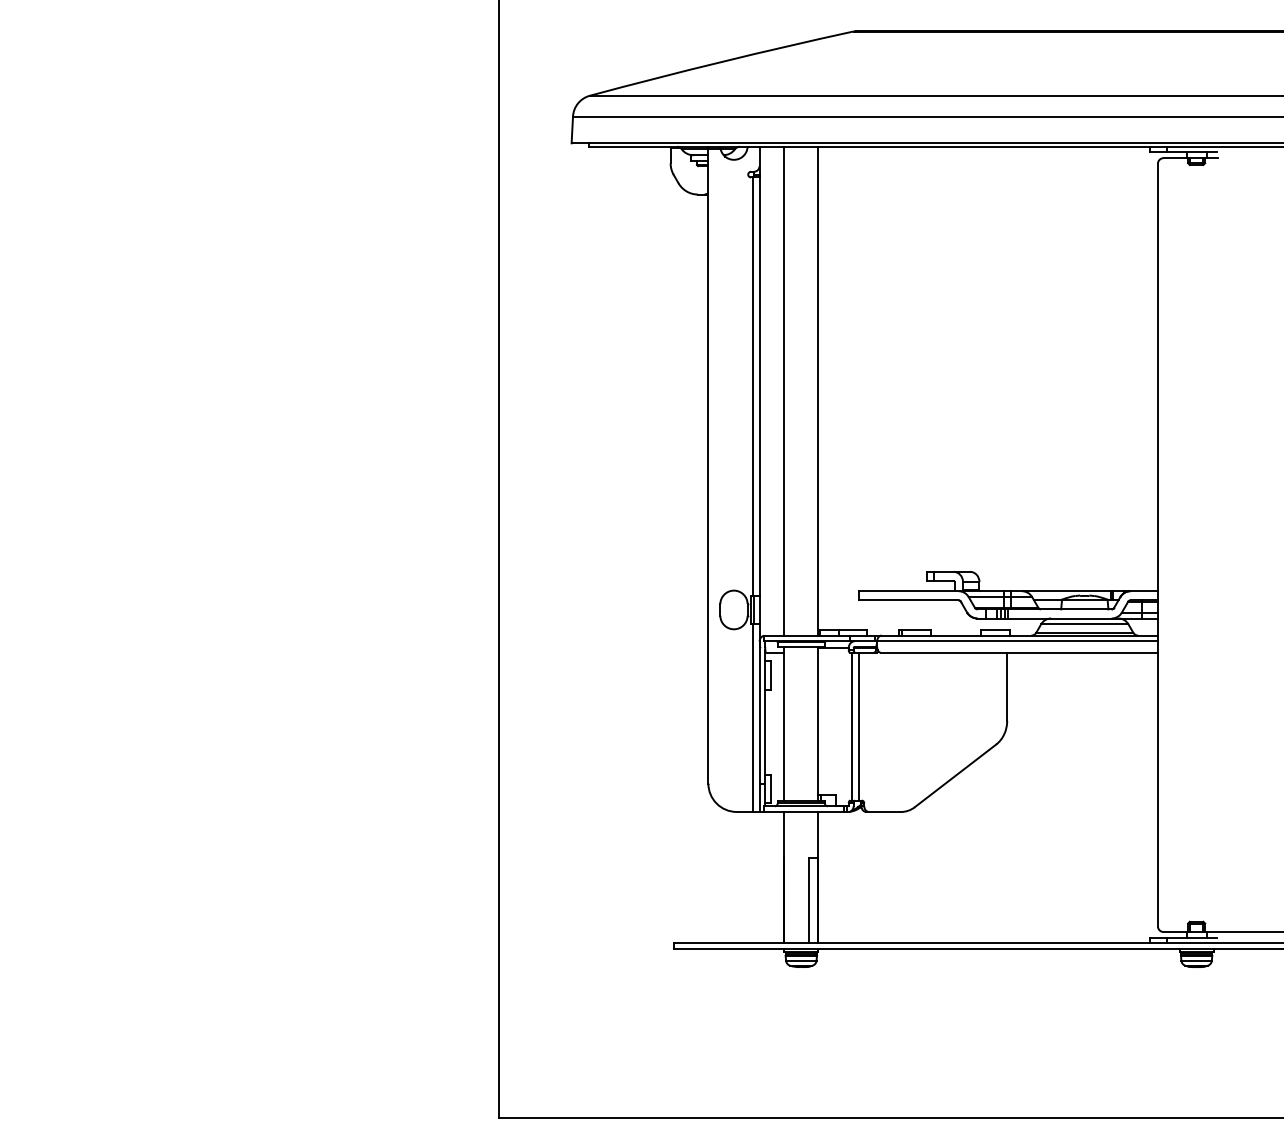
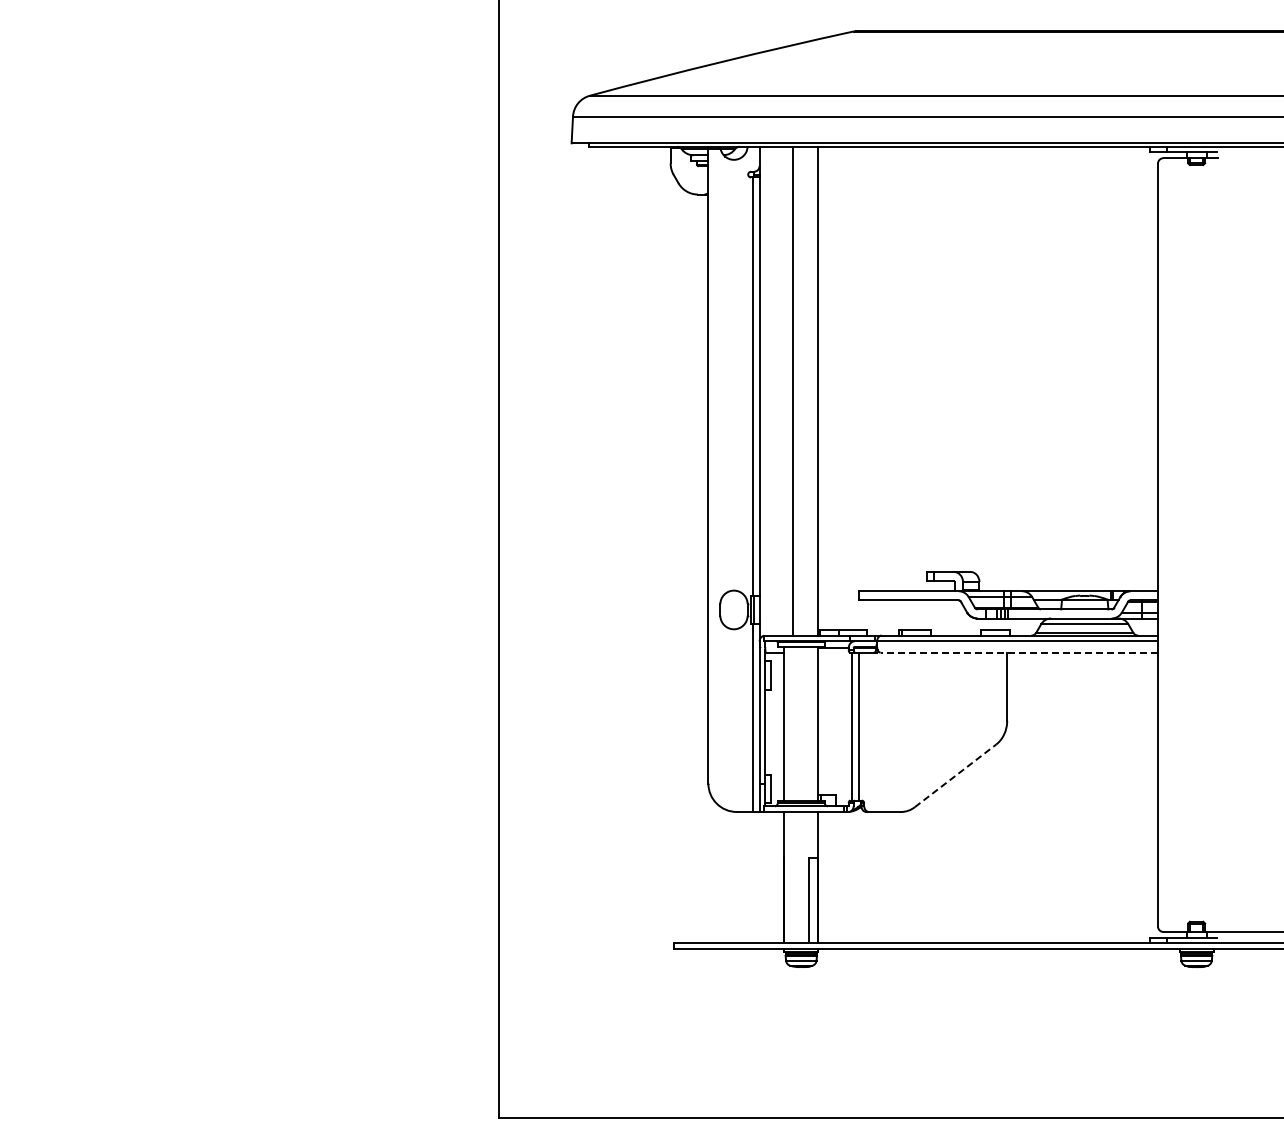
line at (784, 390) position: (784, 390) -> (793, 390)
line at (1019, 652): solid -> dashed
line at (955, 775): solid -> dashed
